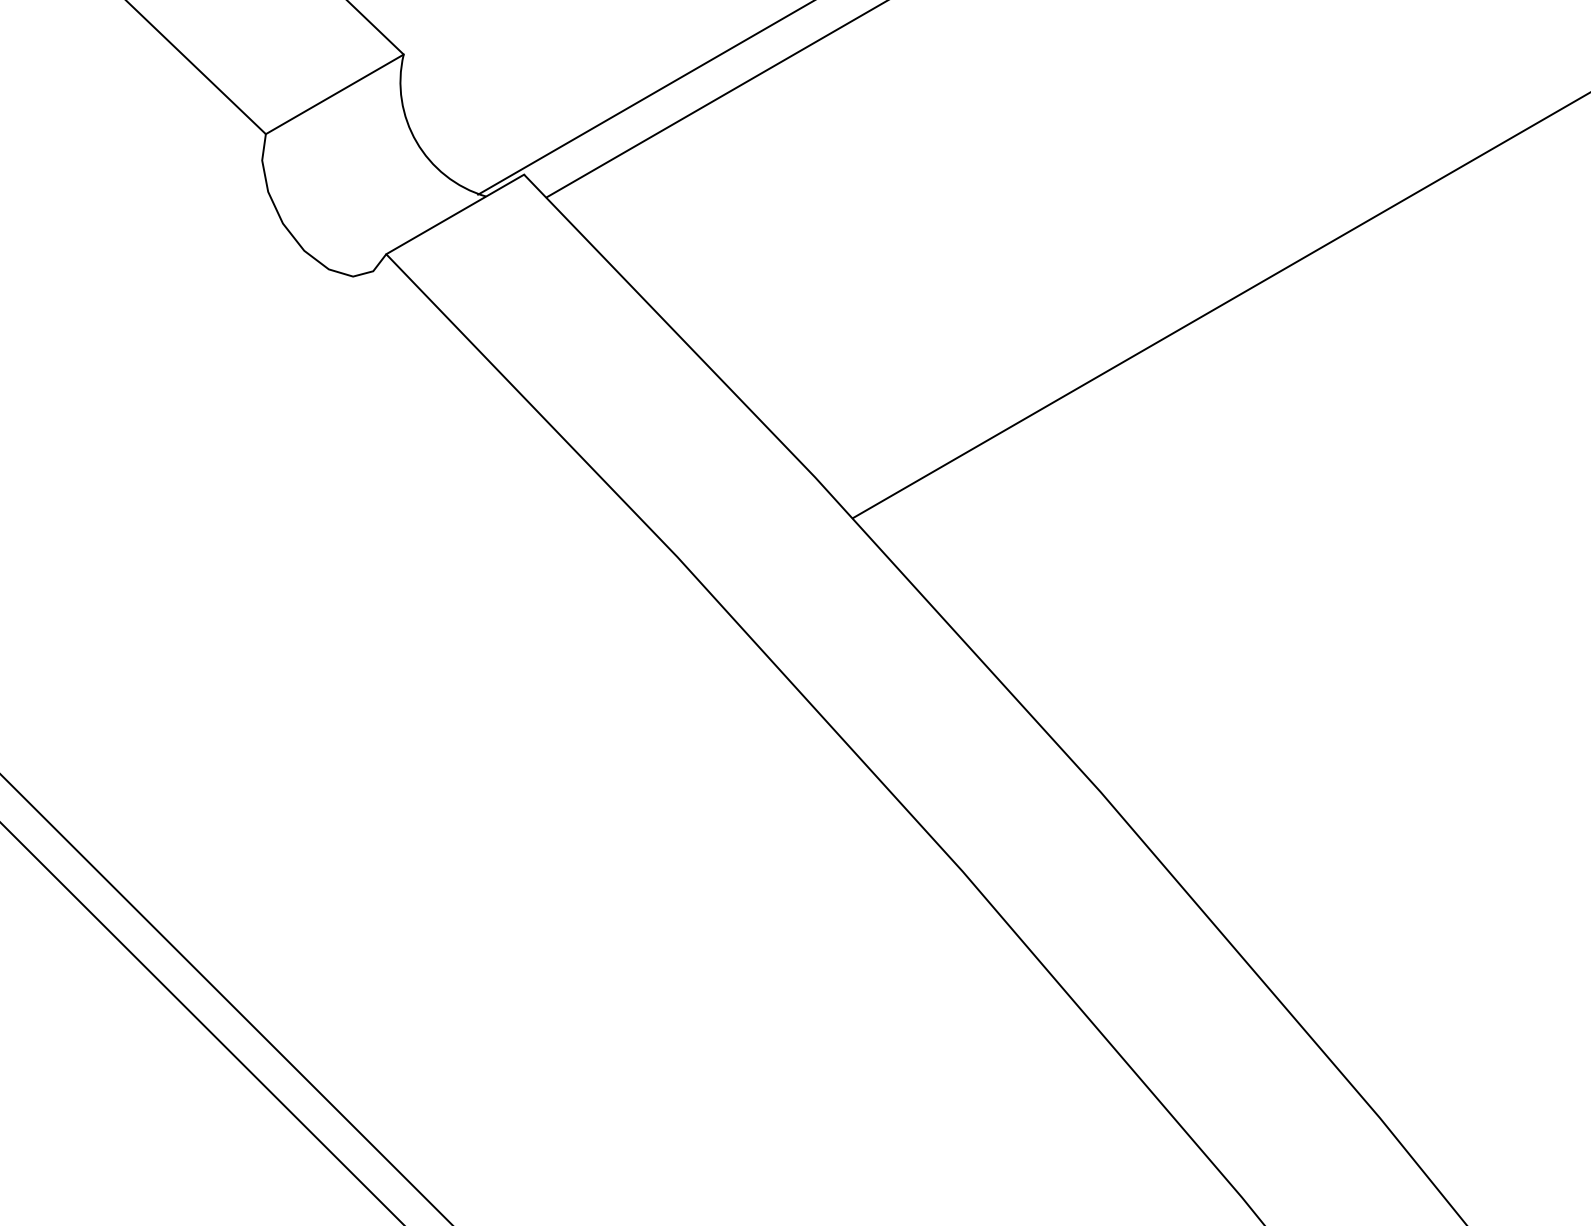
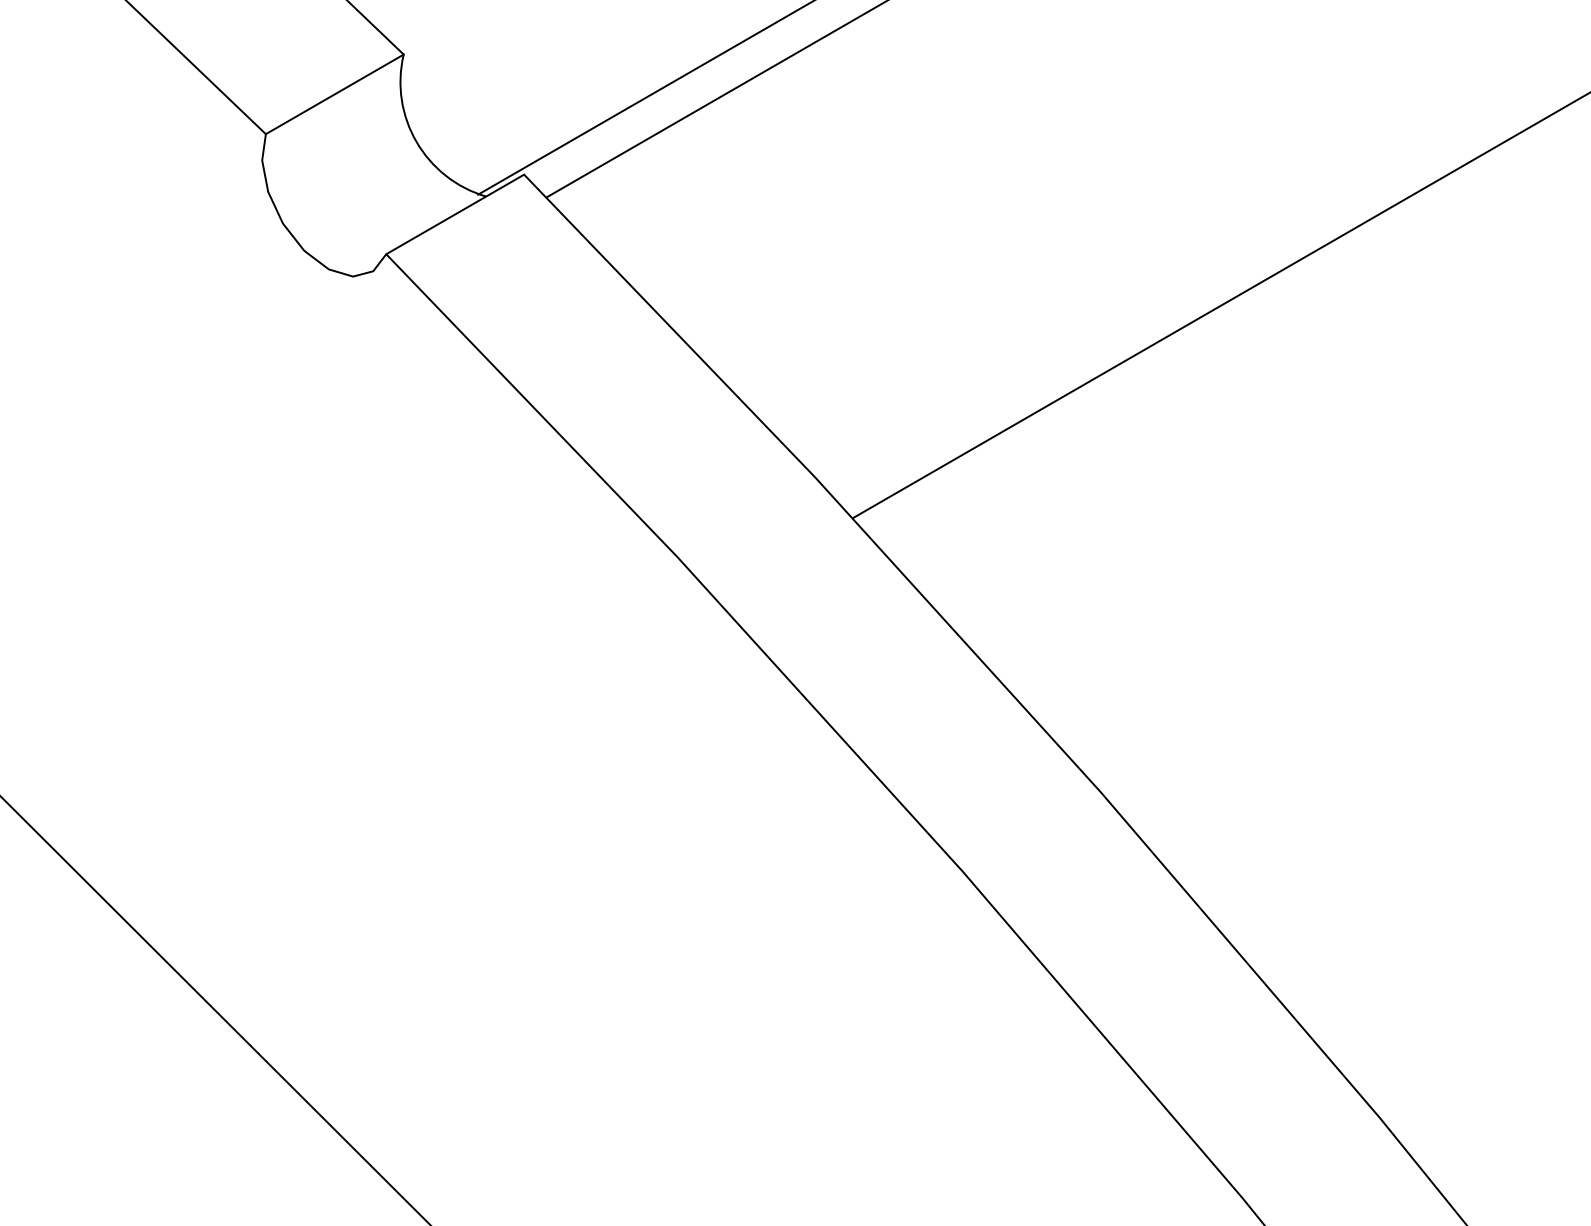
line at (226, 998) position: (226, 998) -> (214, 1010)
line at (201, 1023): present -> none
